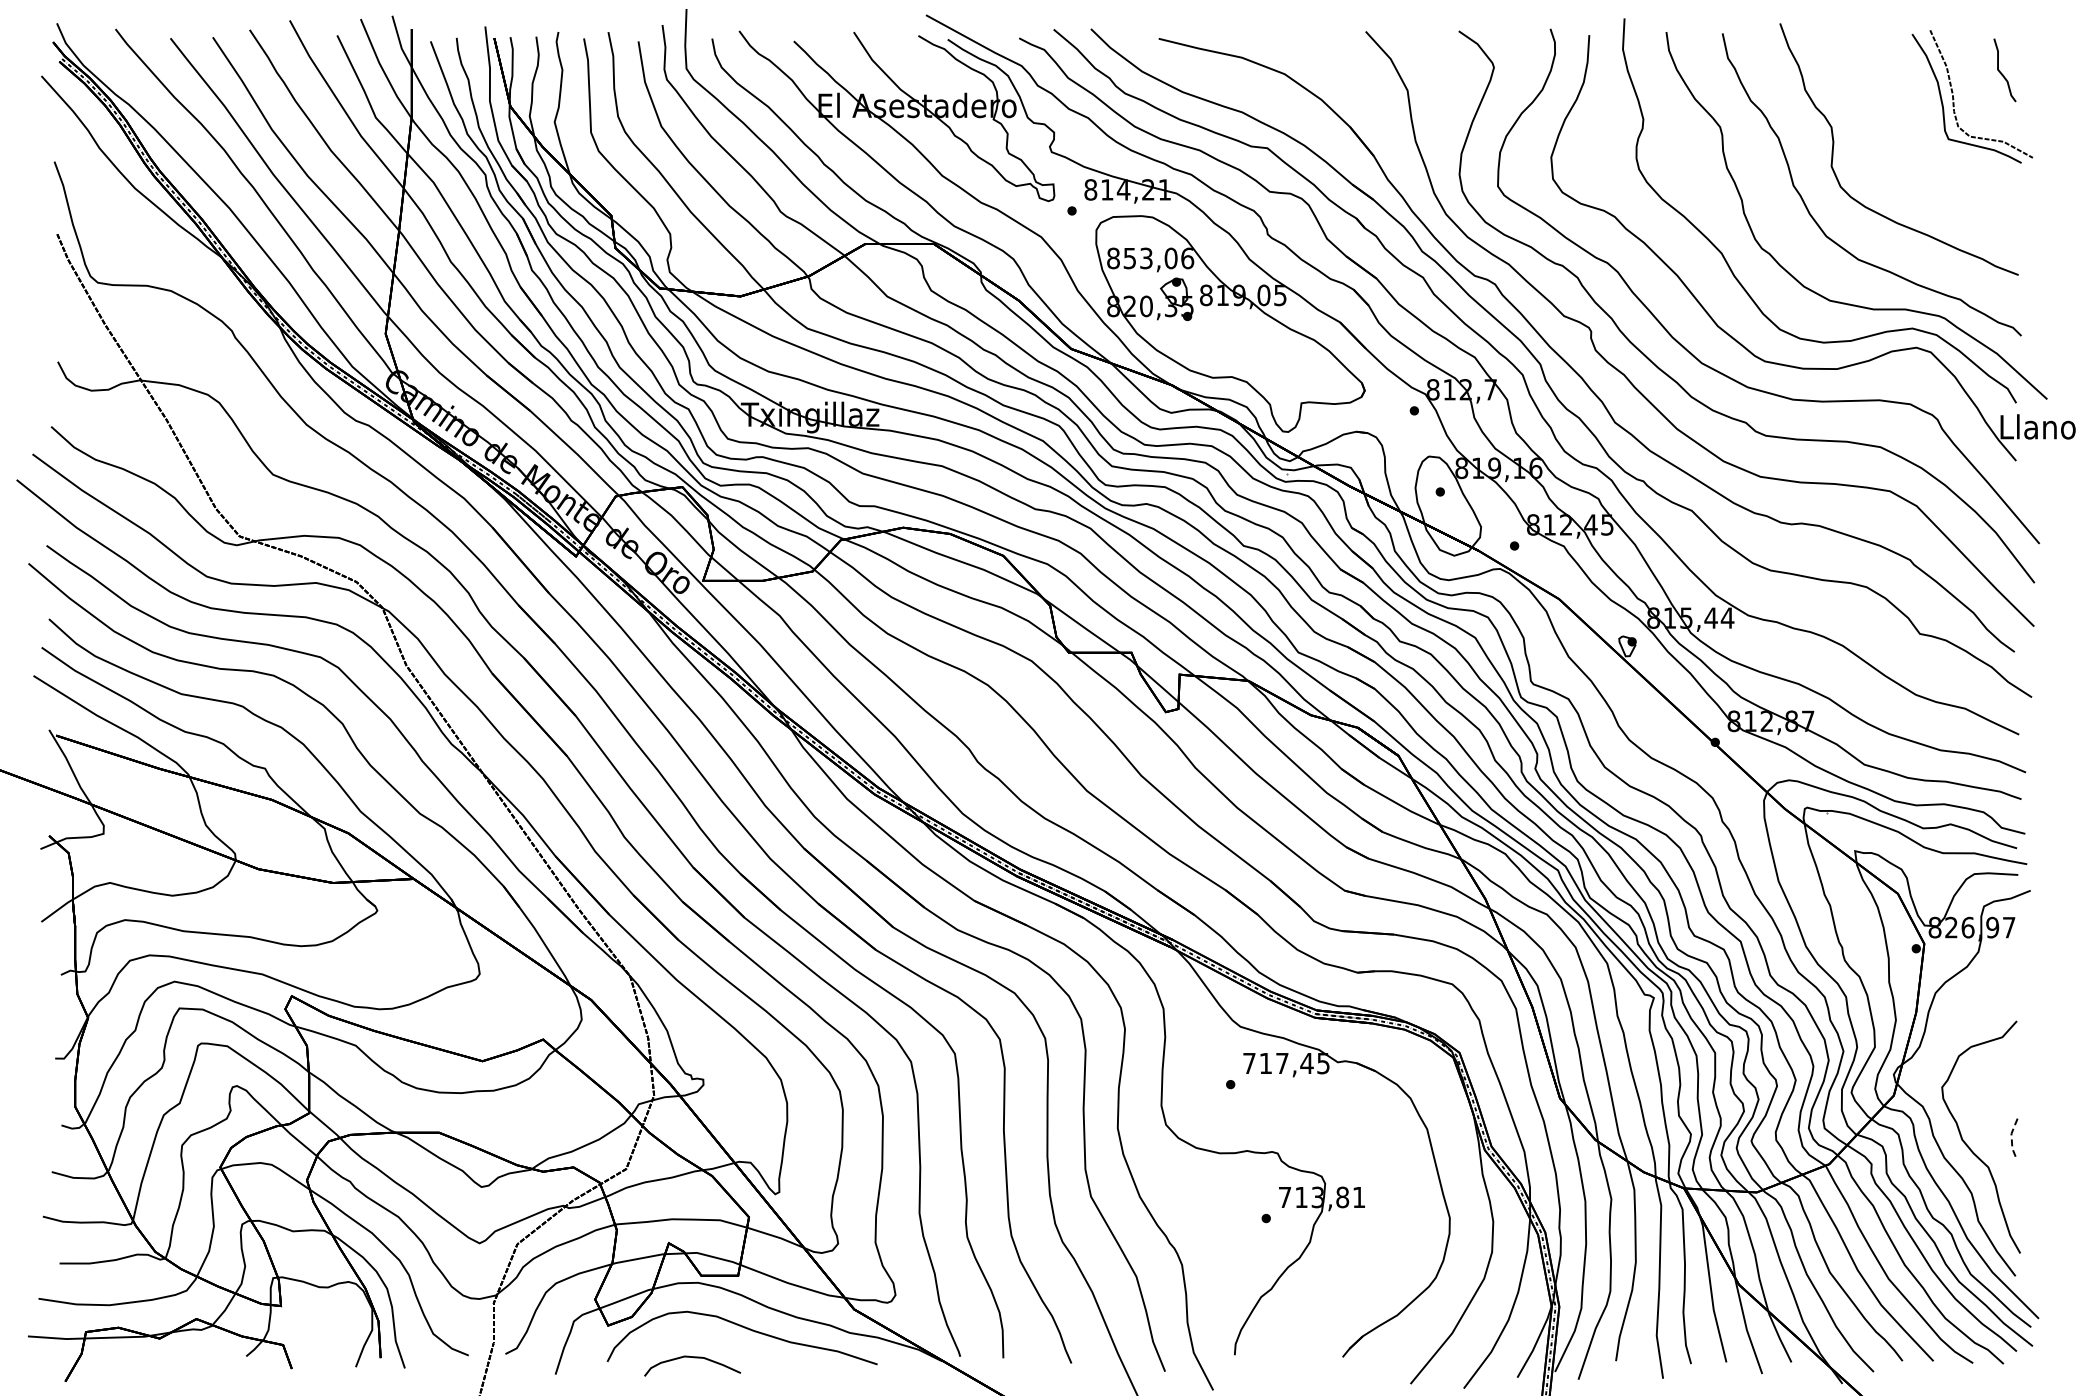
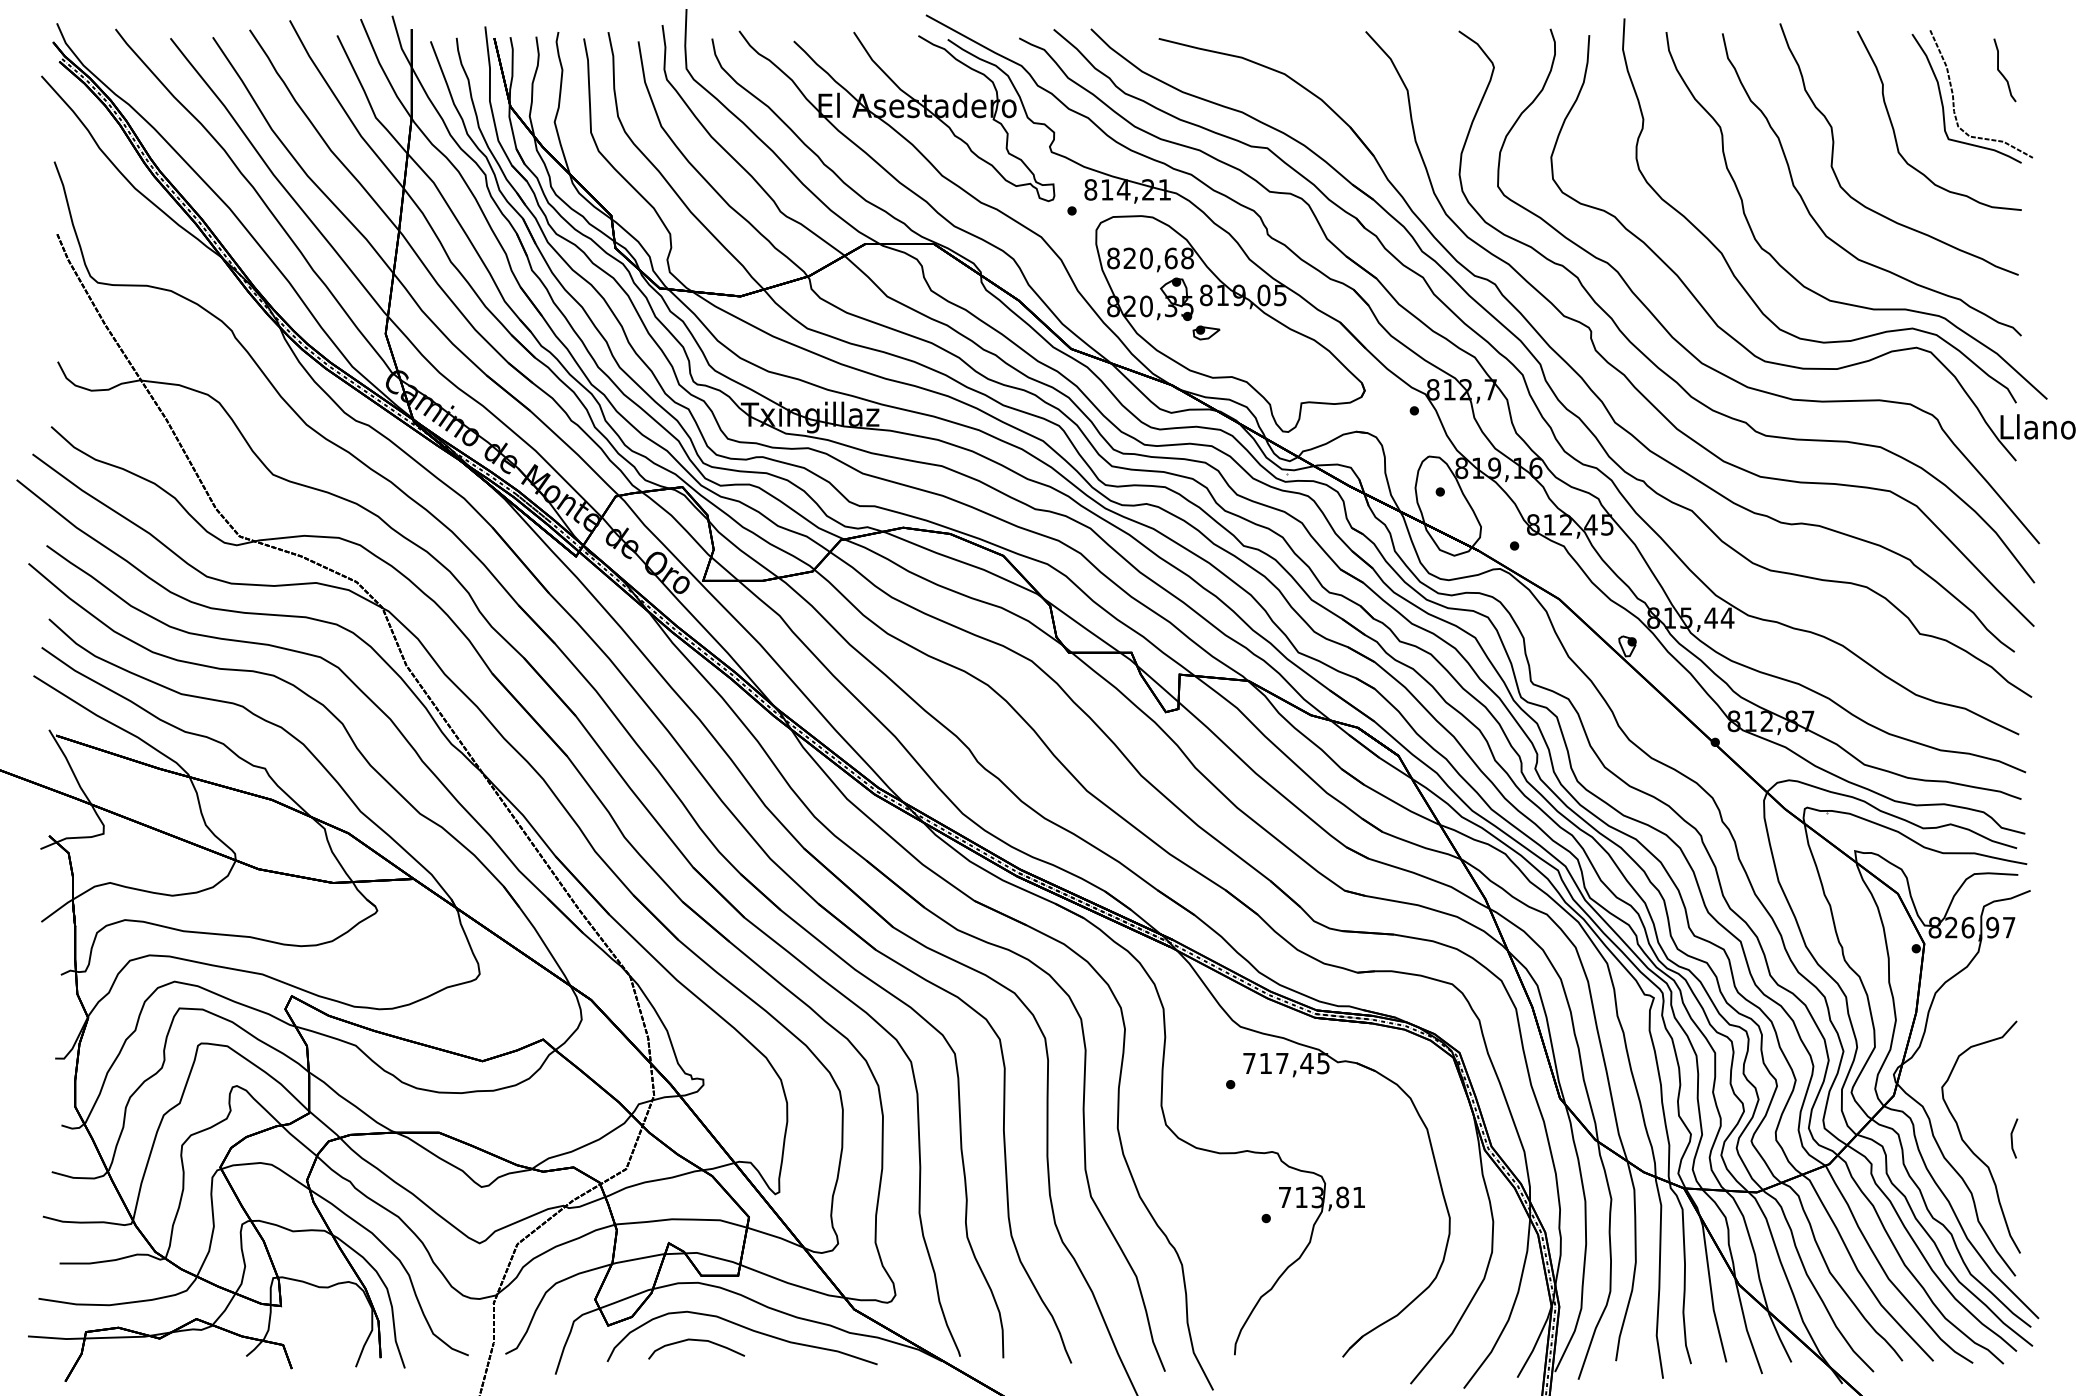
curve at (1894, 128): none -> present
text at (1158, 258): 853,06 -> 820,68
part at (1206, 332): none -> present
line at (2011, 1138): dashed -> solid
curve at (693, 1358) position: (693, 1358) -> (697, 1341)
